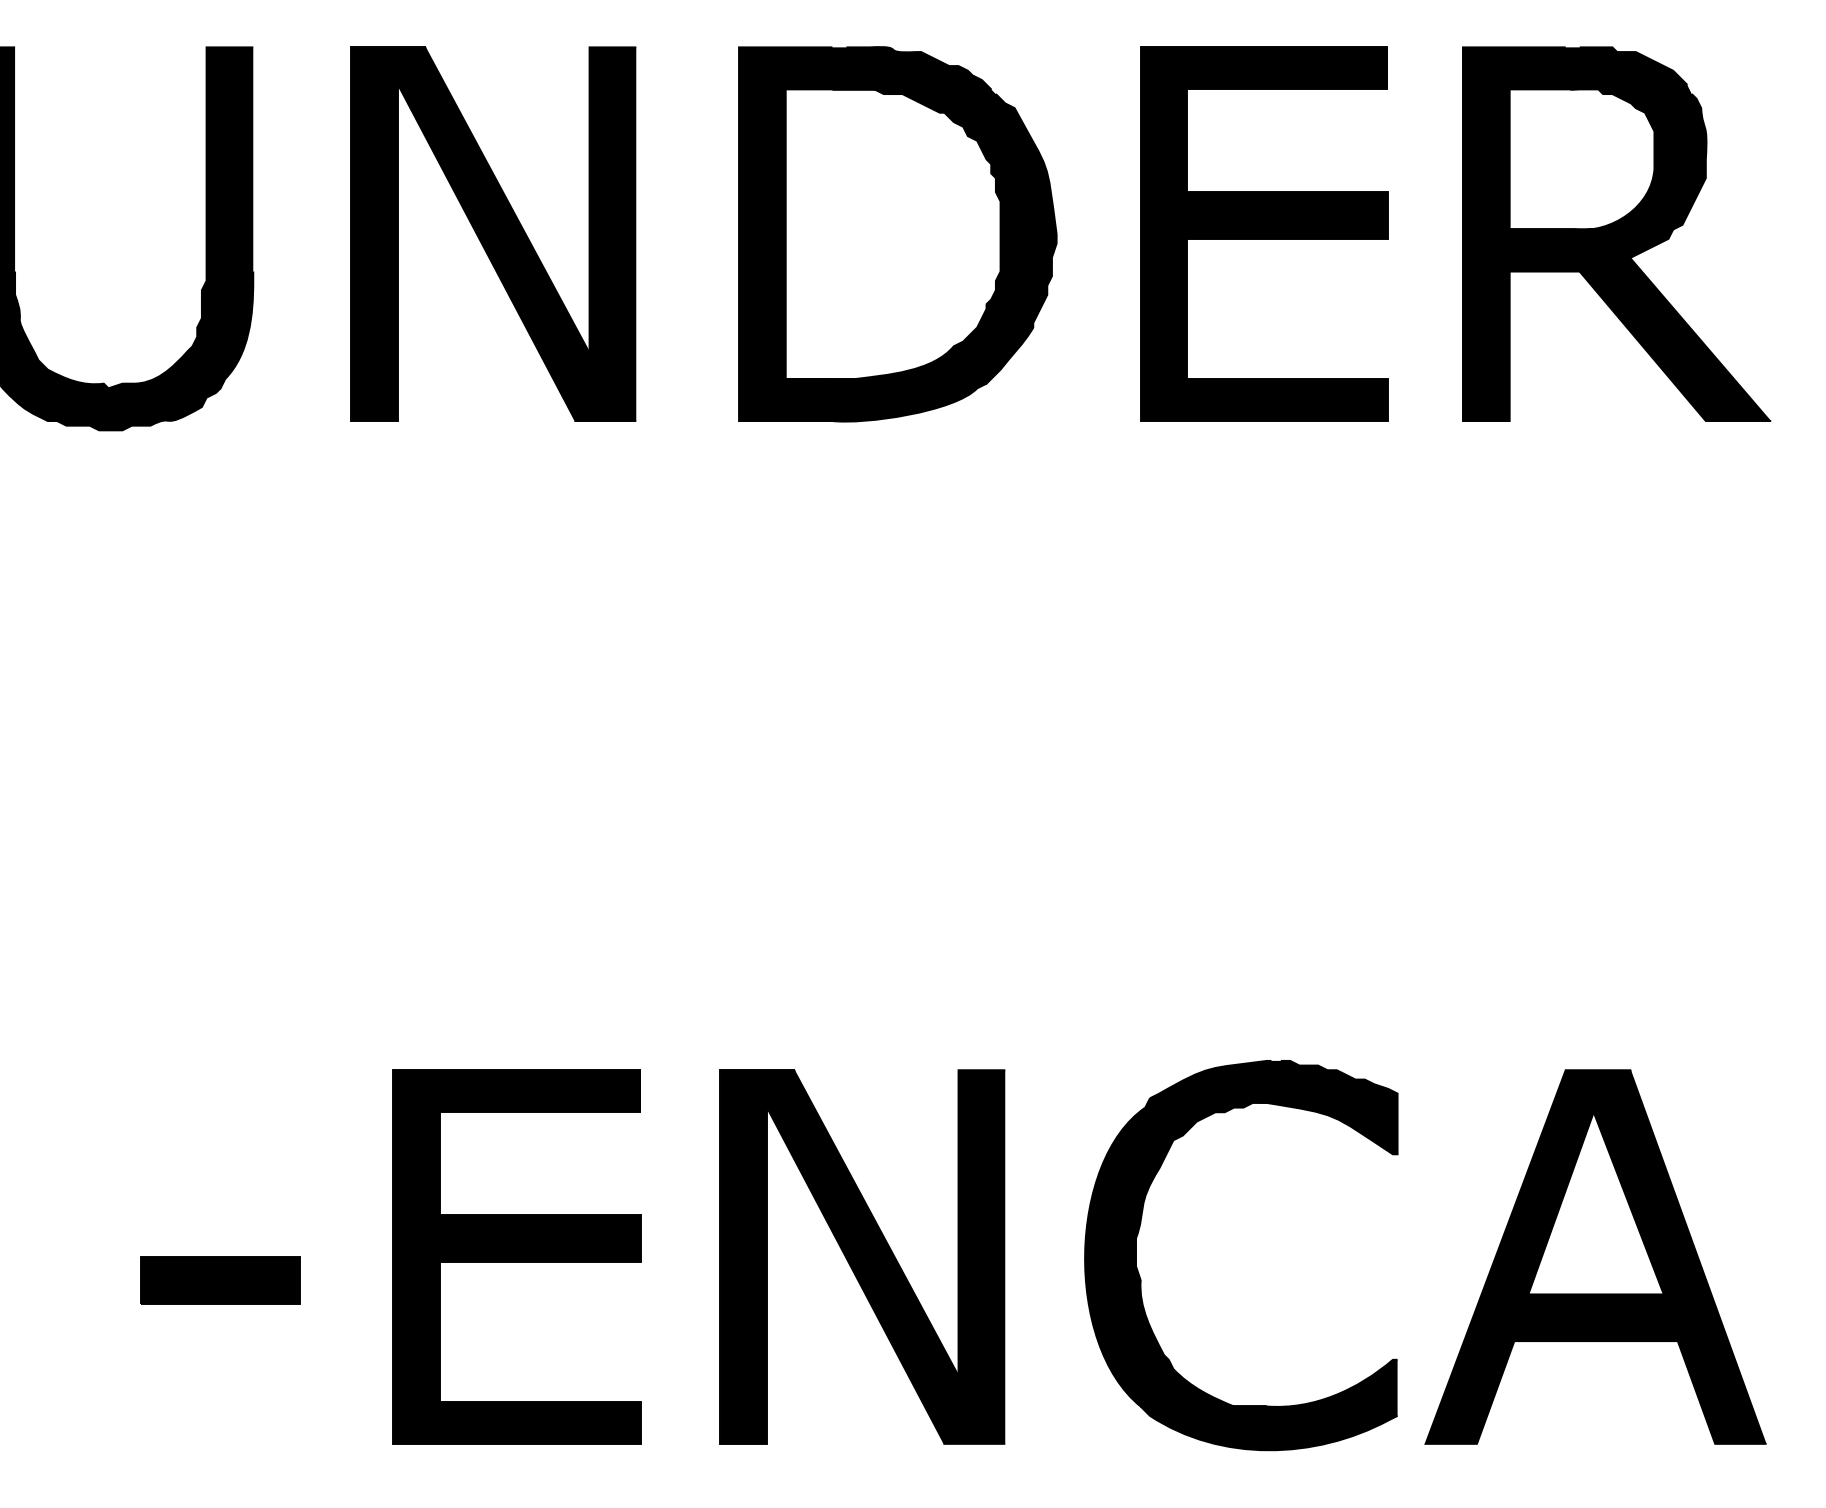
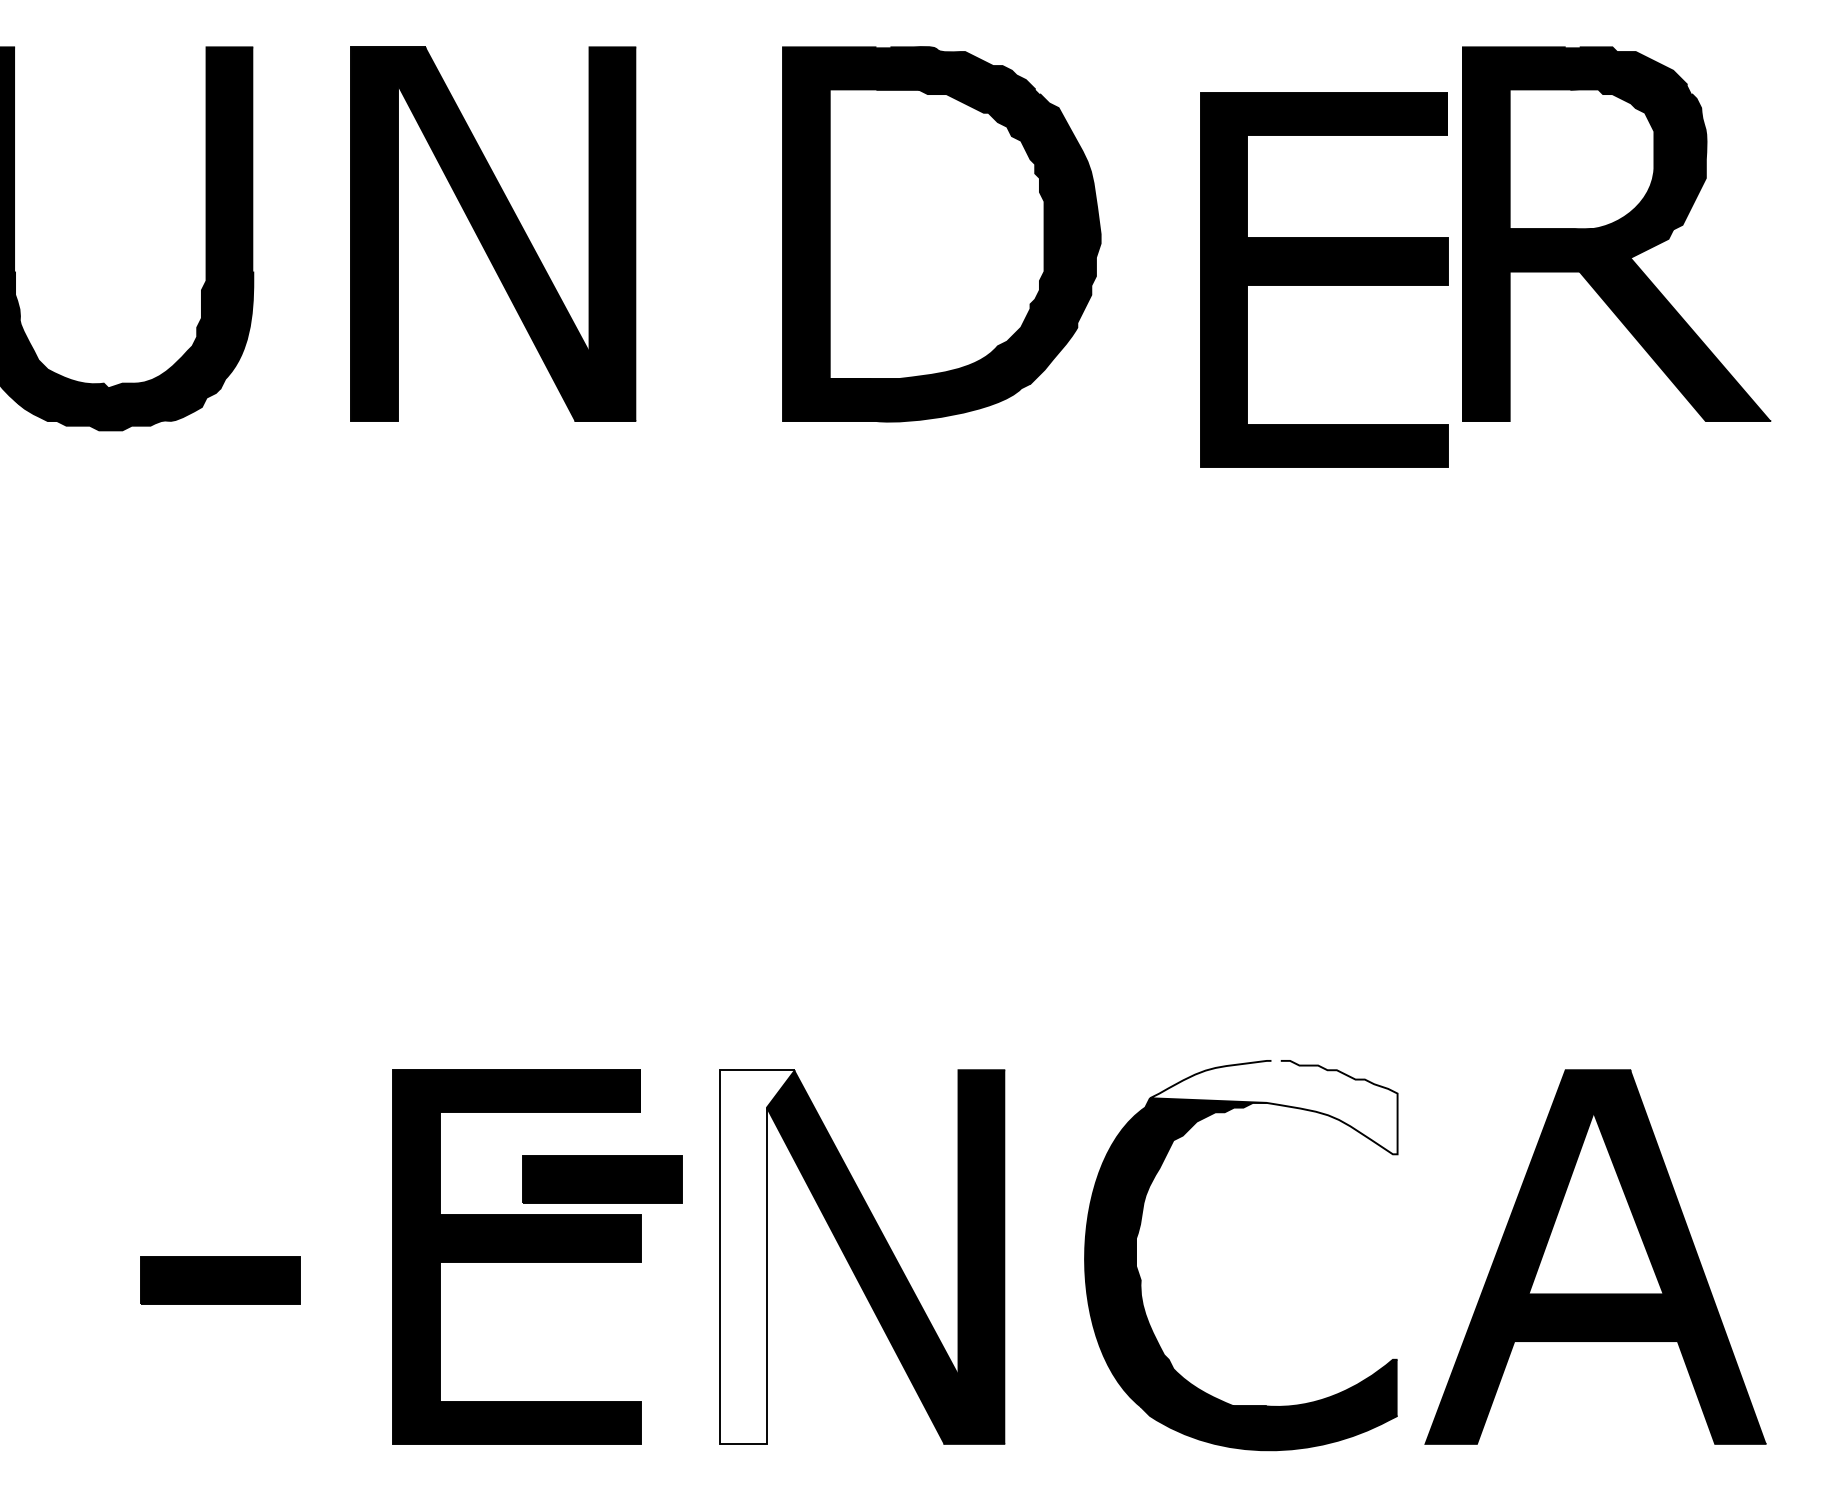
part at (1264, 233) position: (1264, 233) -> (1324, 279)
part at (897, 234) position: (897, 234) -> (941, 234)
fill at (1273, 1107): present -> none
part at (602, 1179): none -> present
fill at (757, 1256): present -> none
